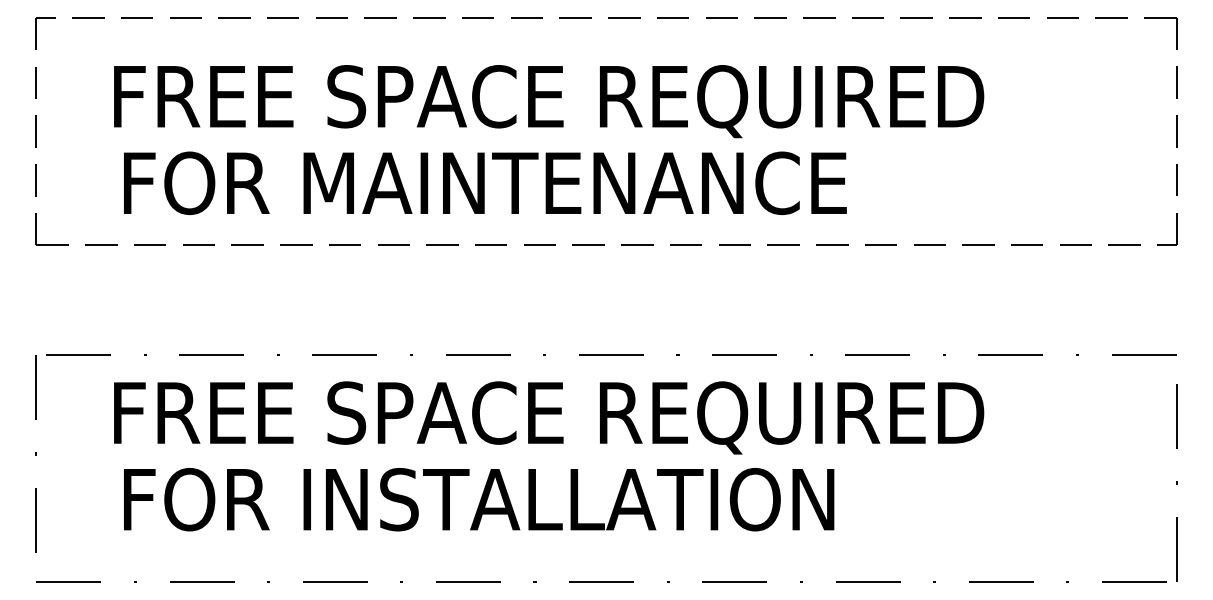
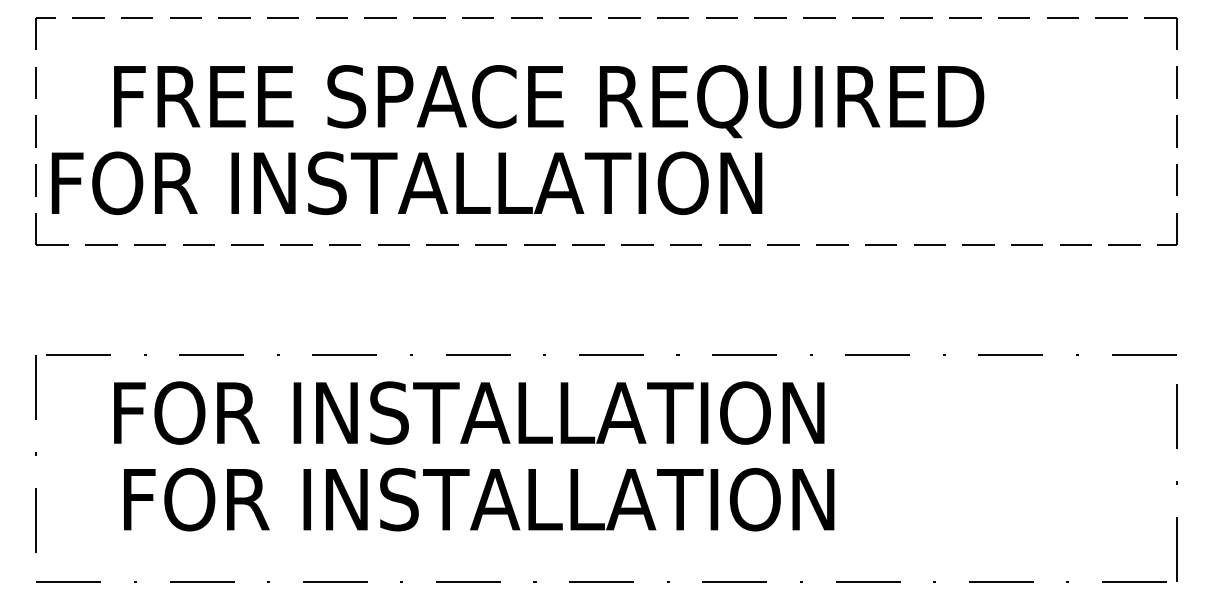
text at (448, 183): FOR MAINTENANCE -> FOR INSTALLATION
text at (569, 417): FREE SPACE REQUIRED -> FOR INSTALLATION
